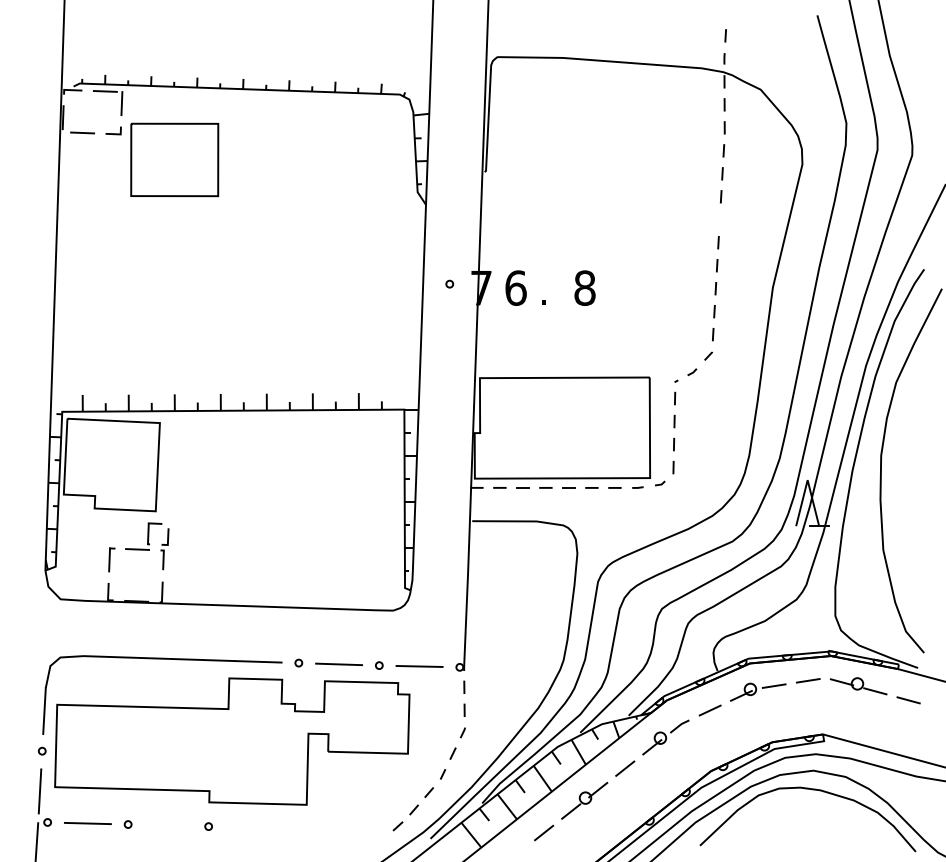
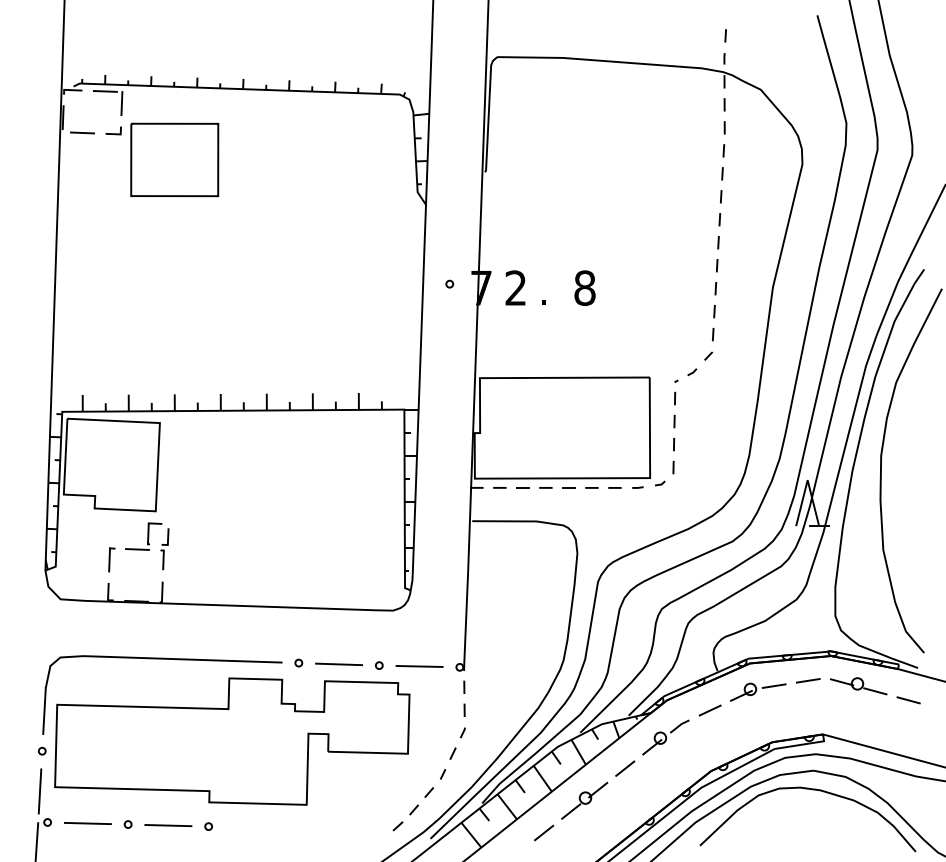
line at (719, 219): none -> present
text at (515, 287): 6 -> 2
line at (168, 825): none -> present
